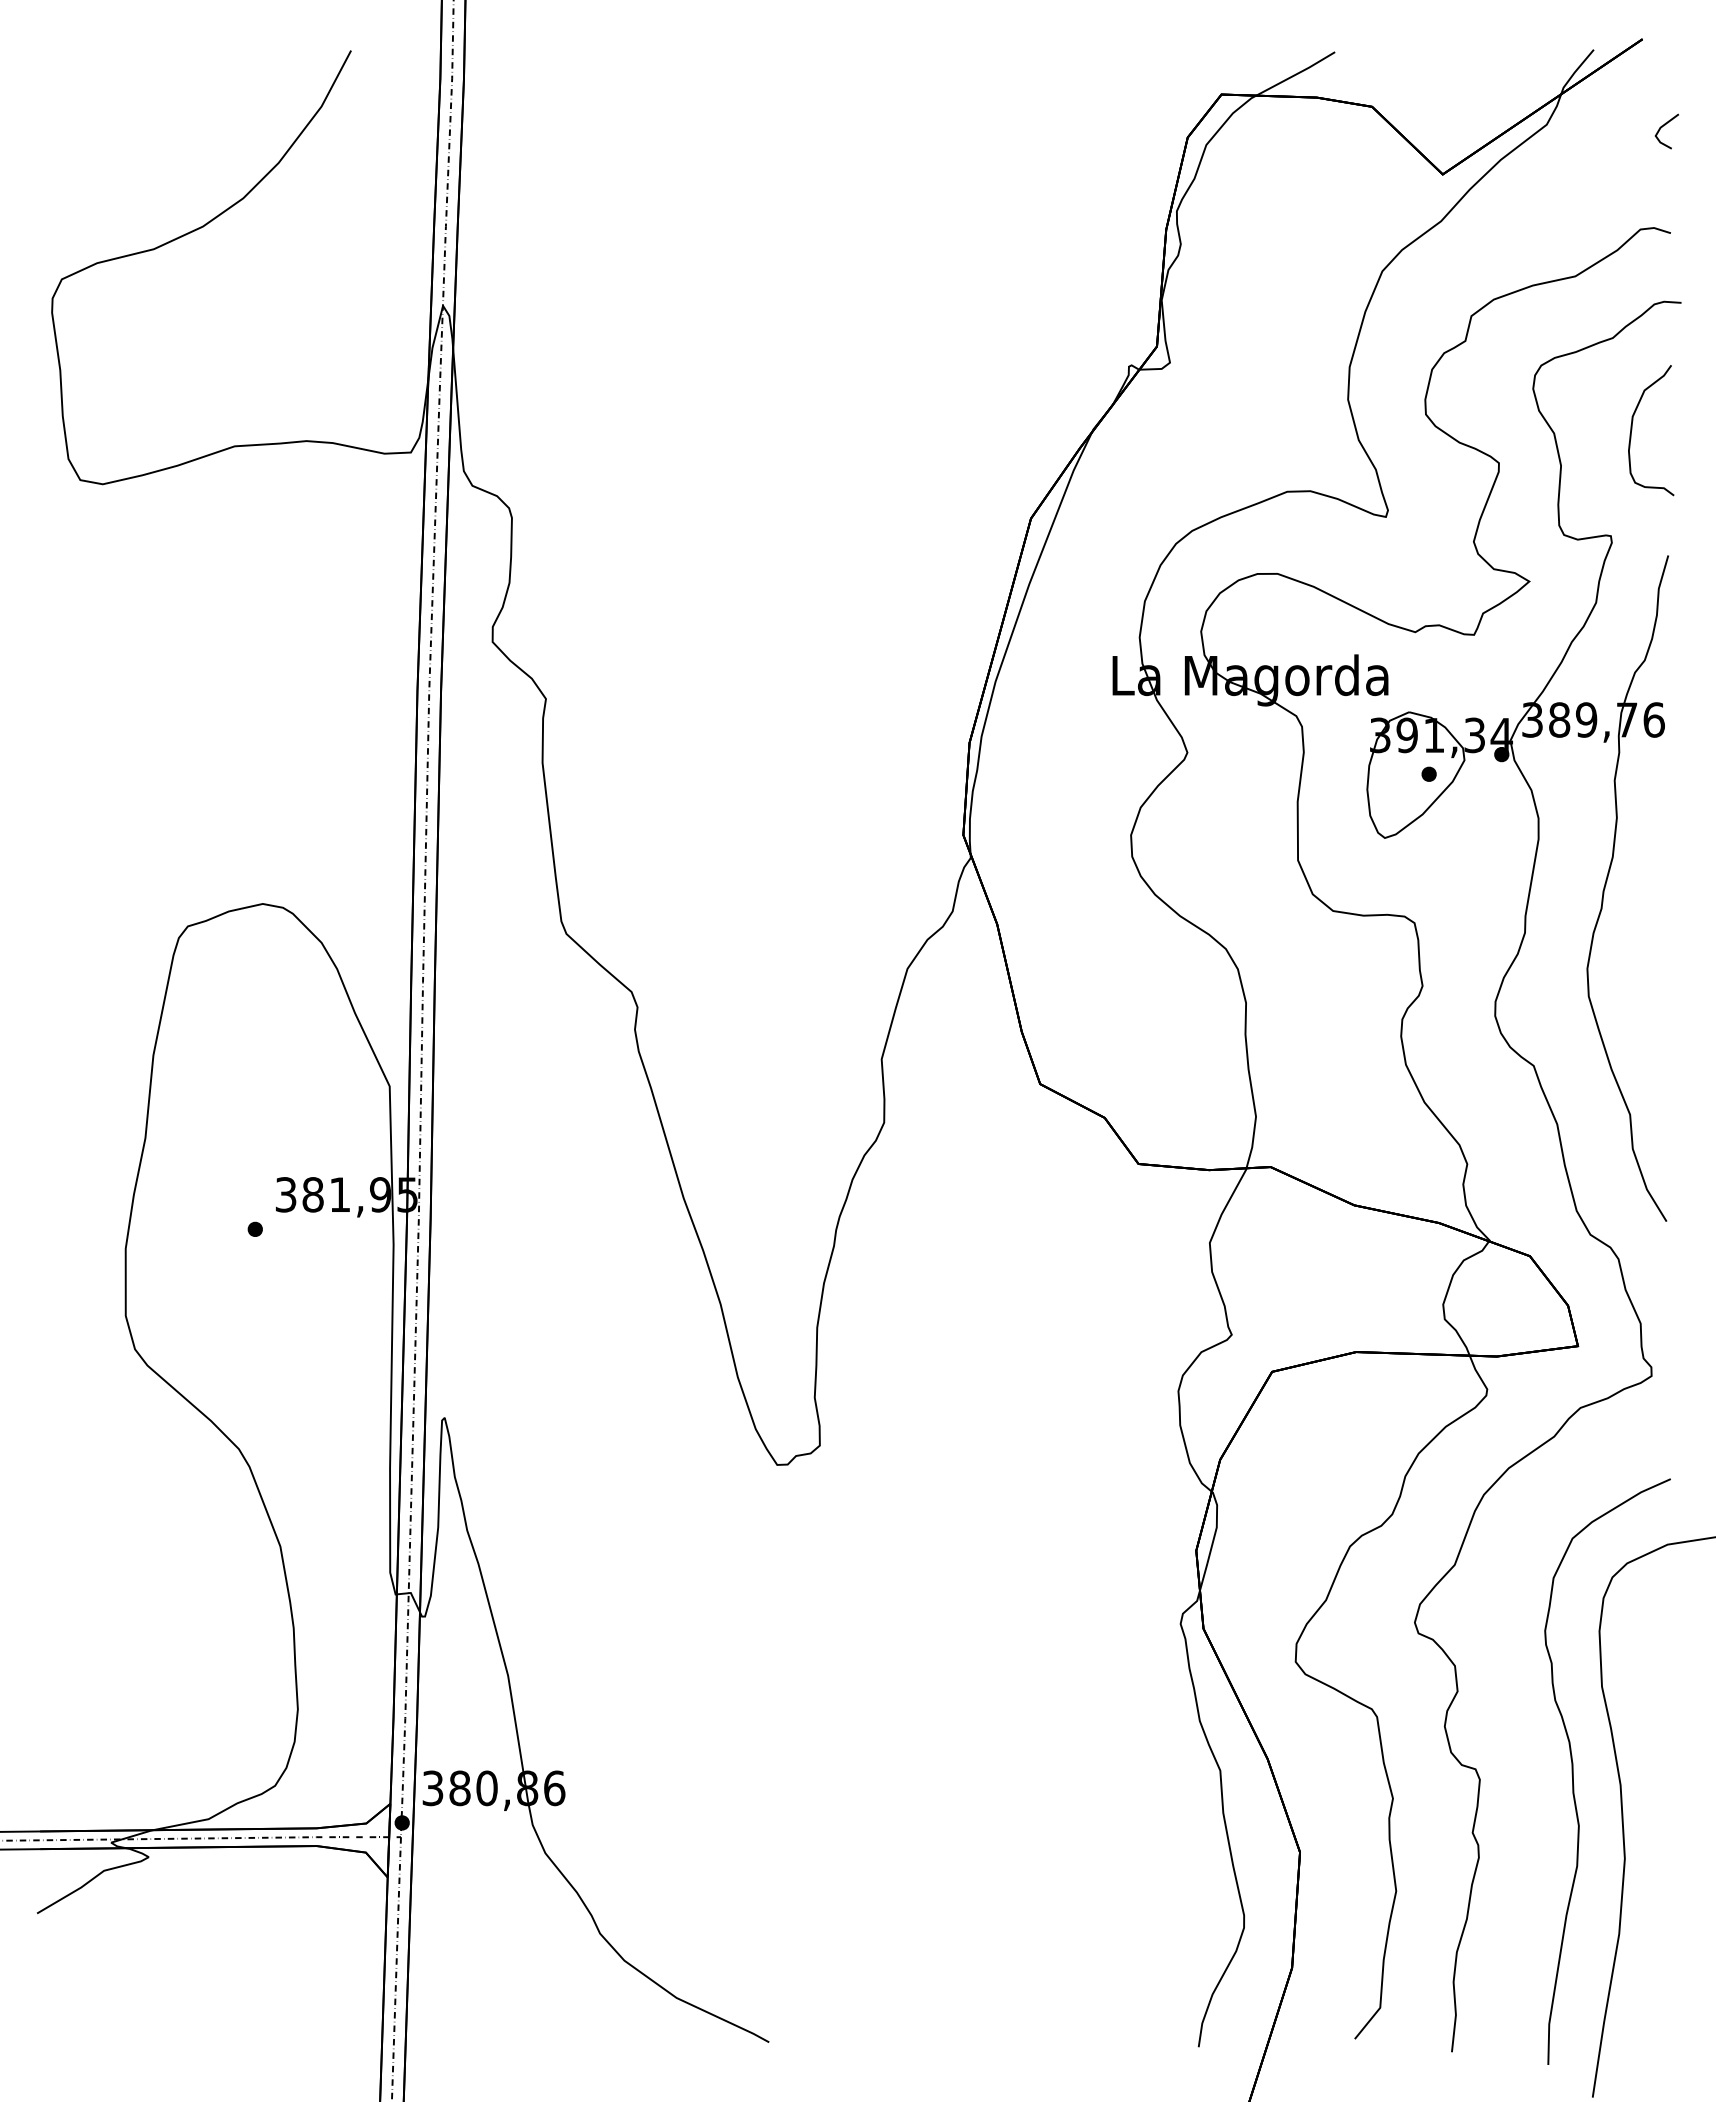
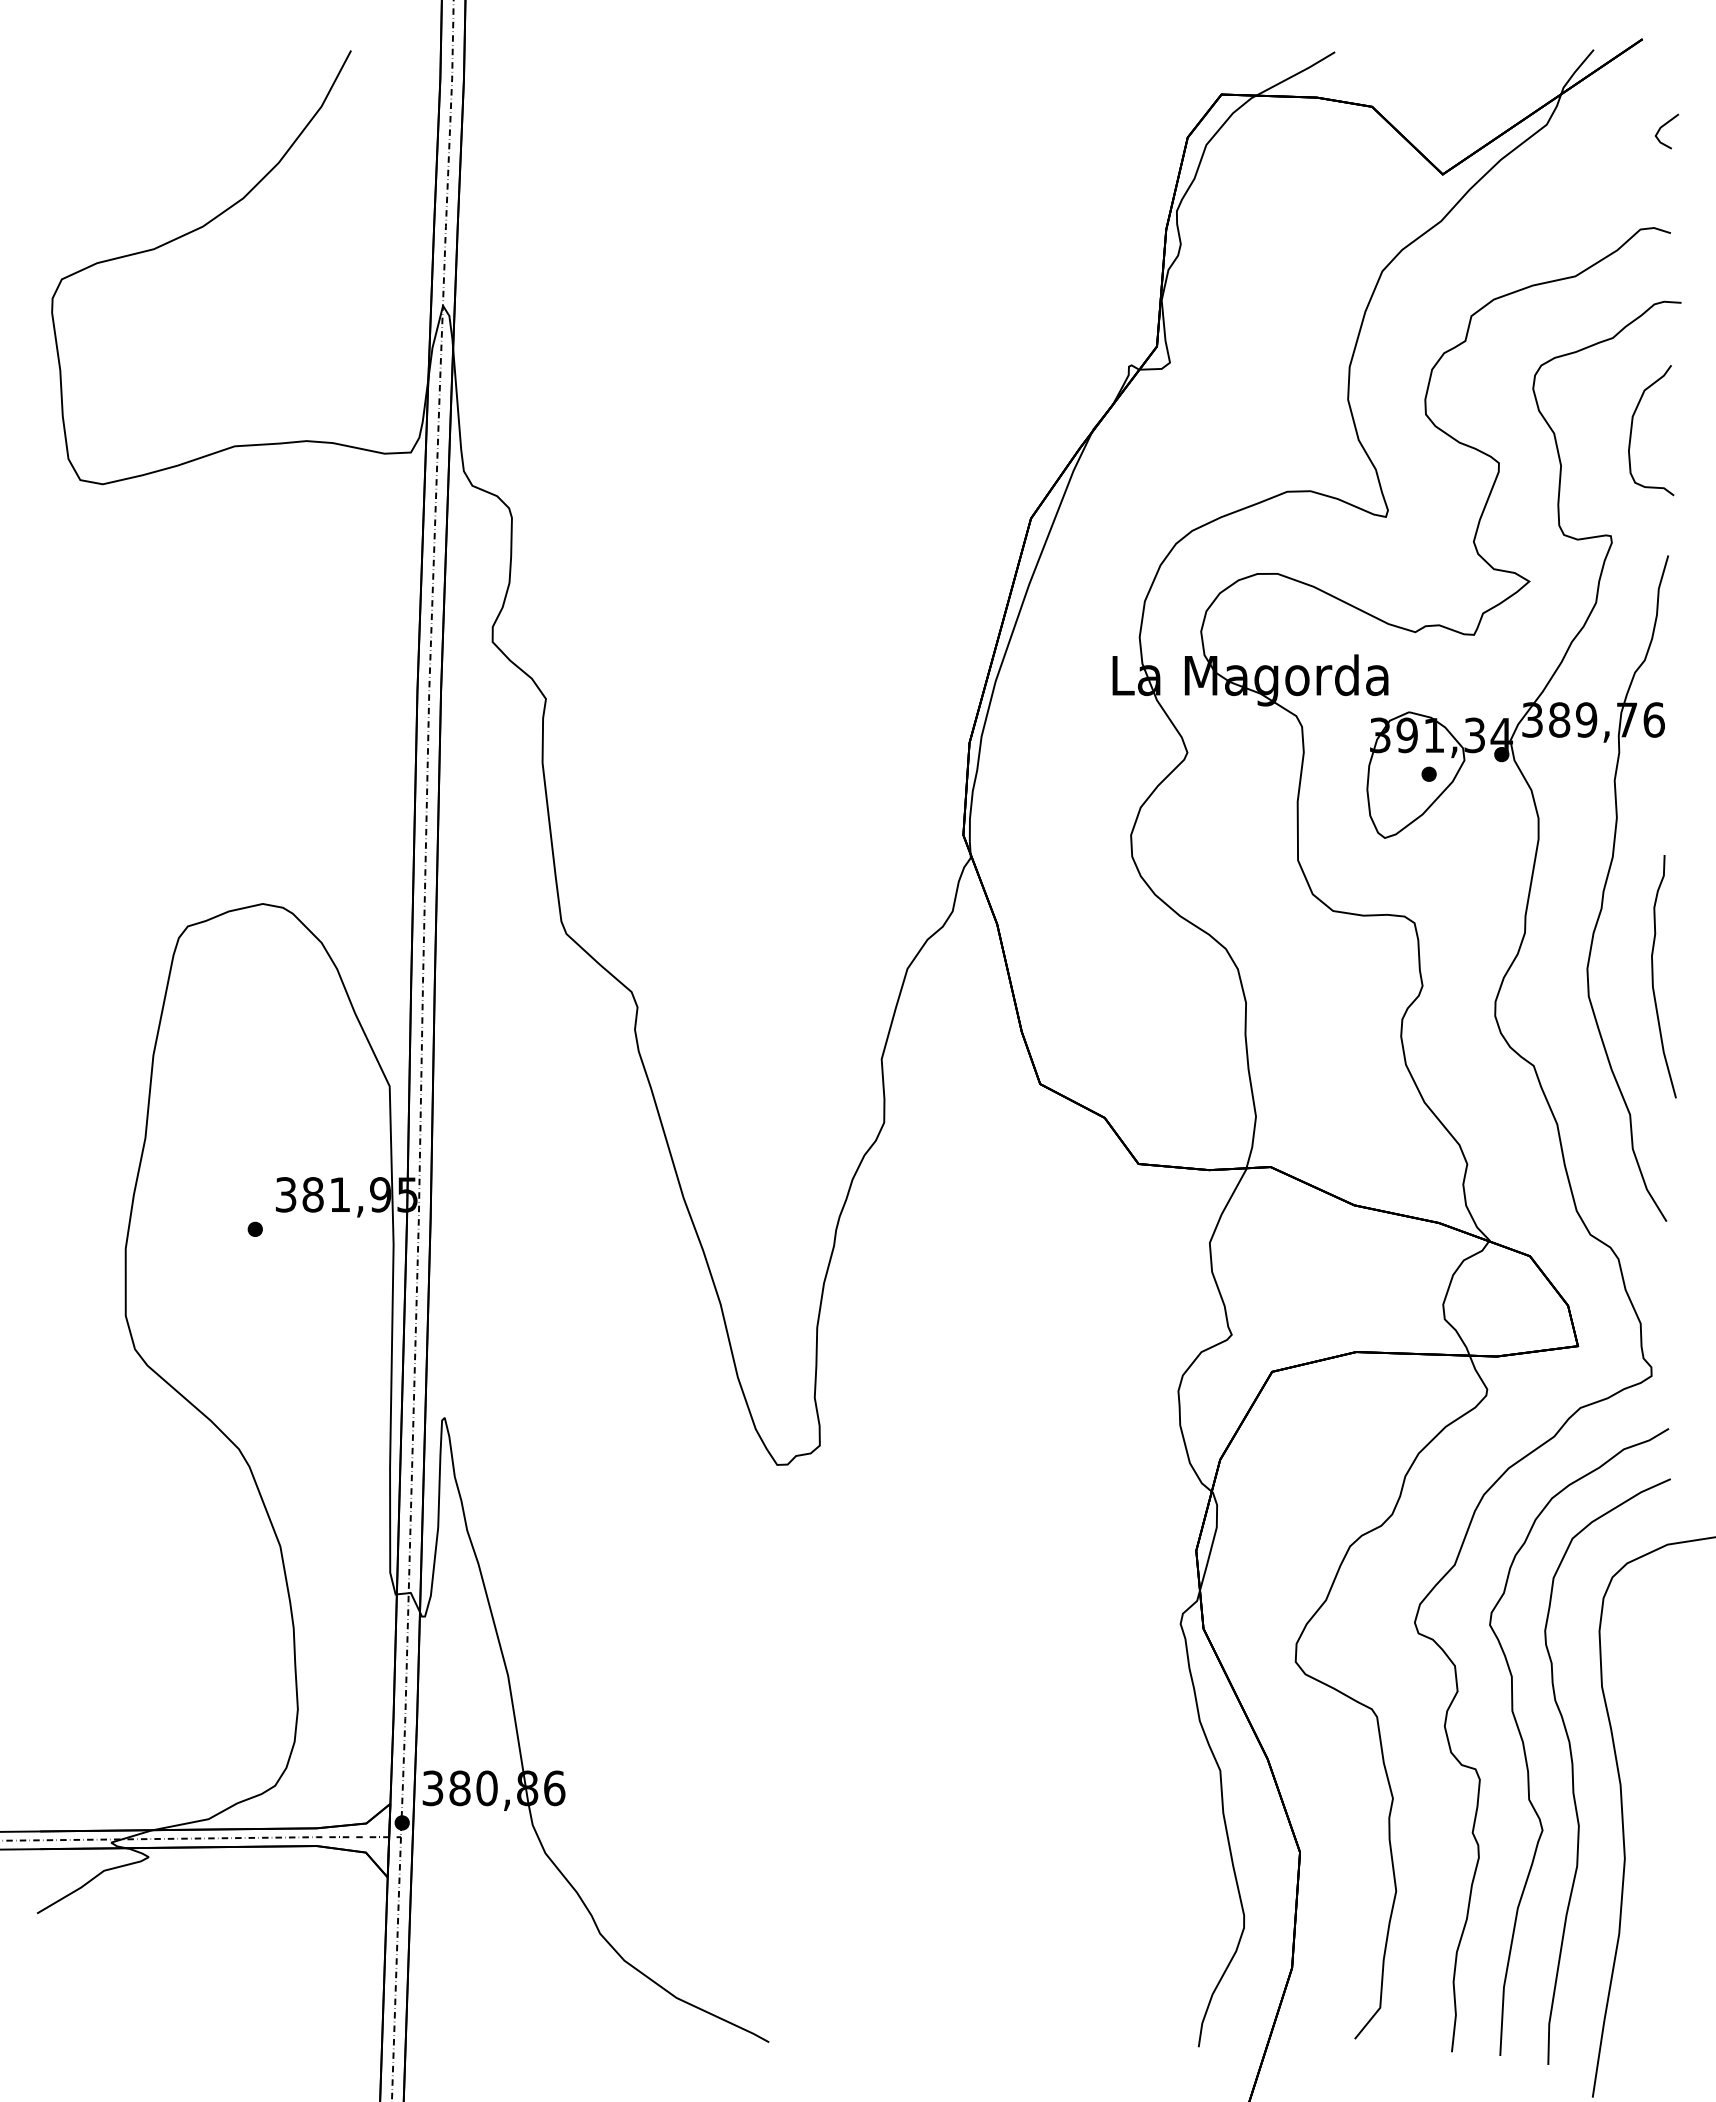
curve at (1653, 976): none -> present
curve at (1525, 1749): none -> present
